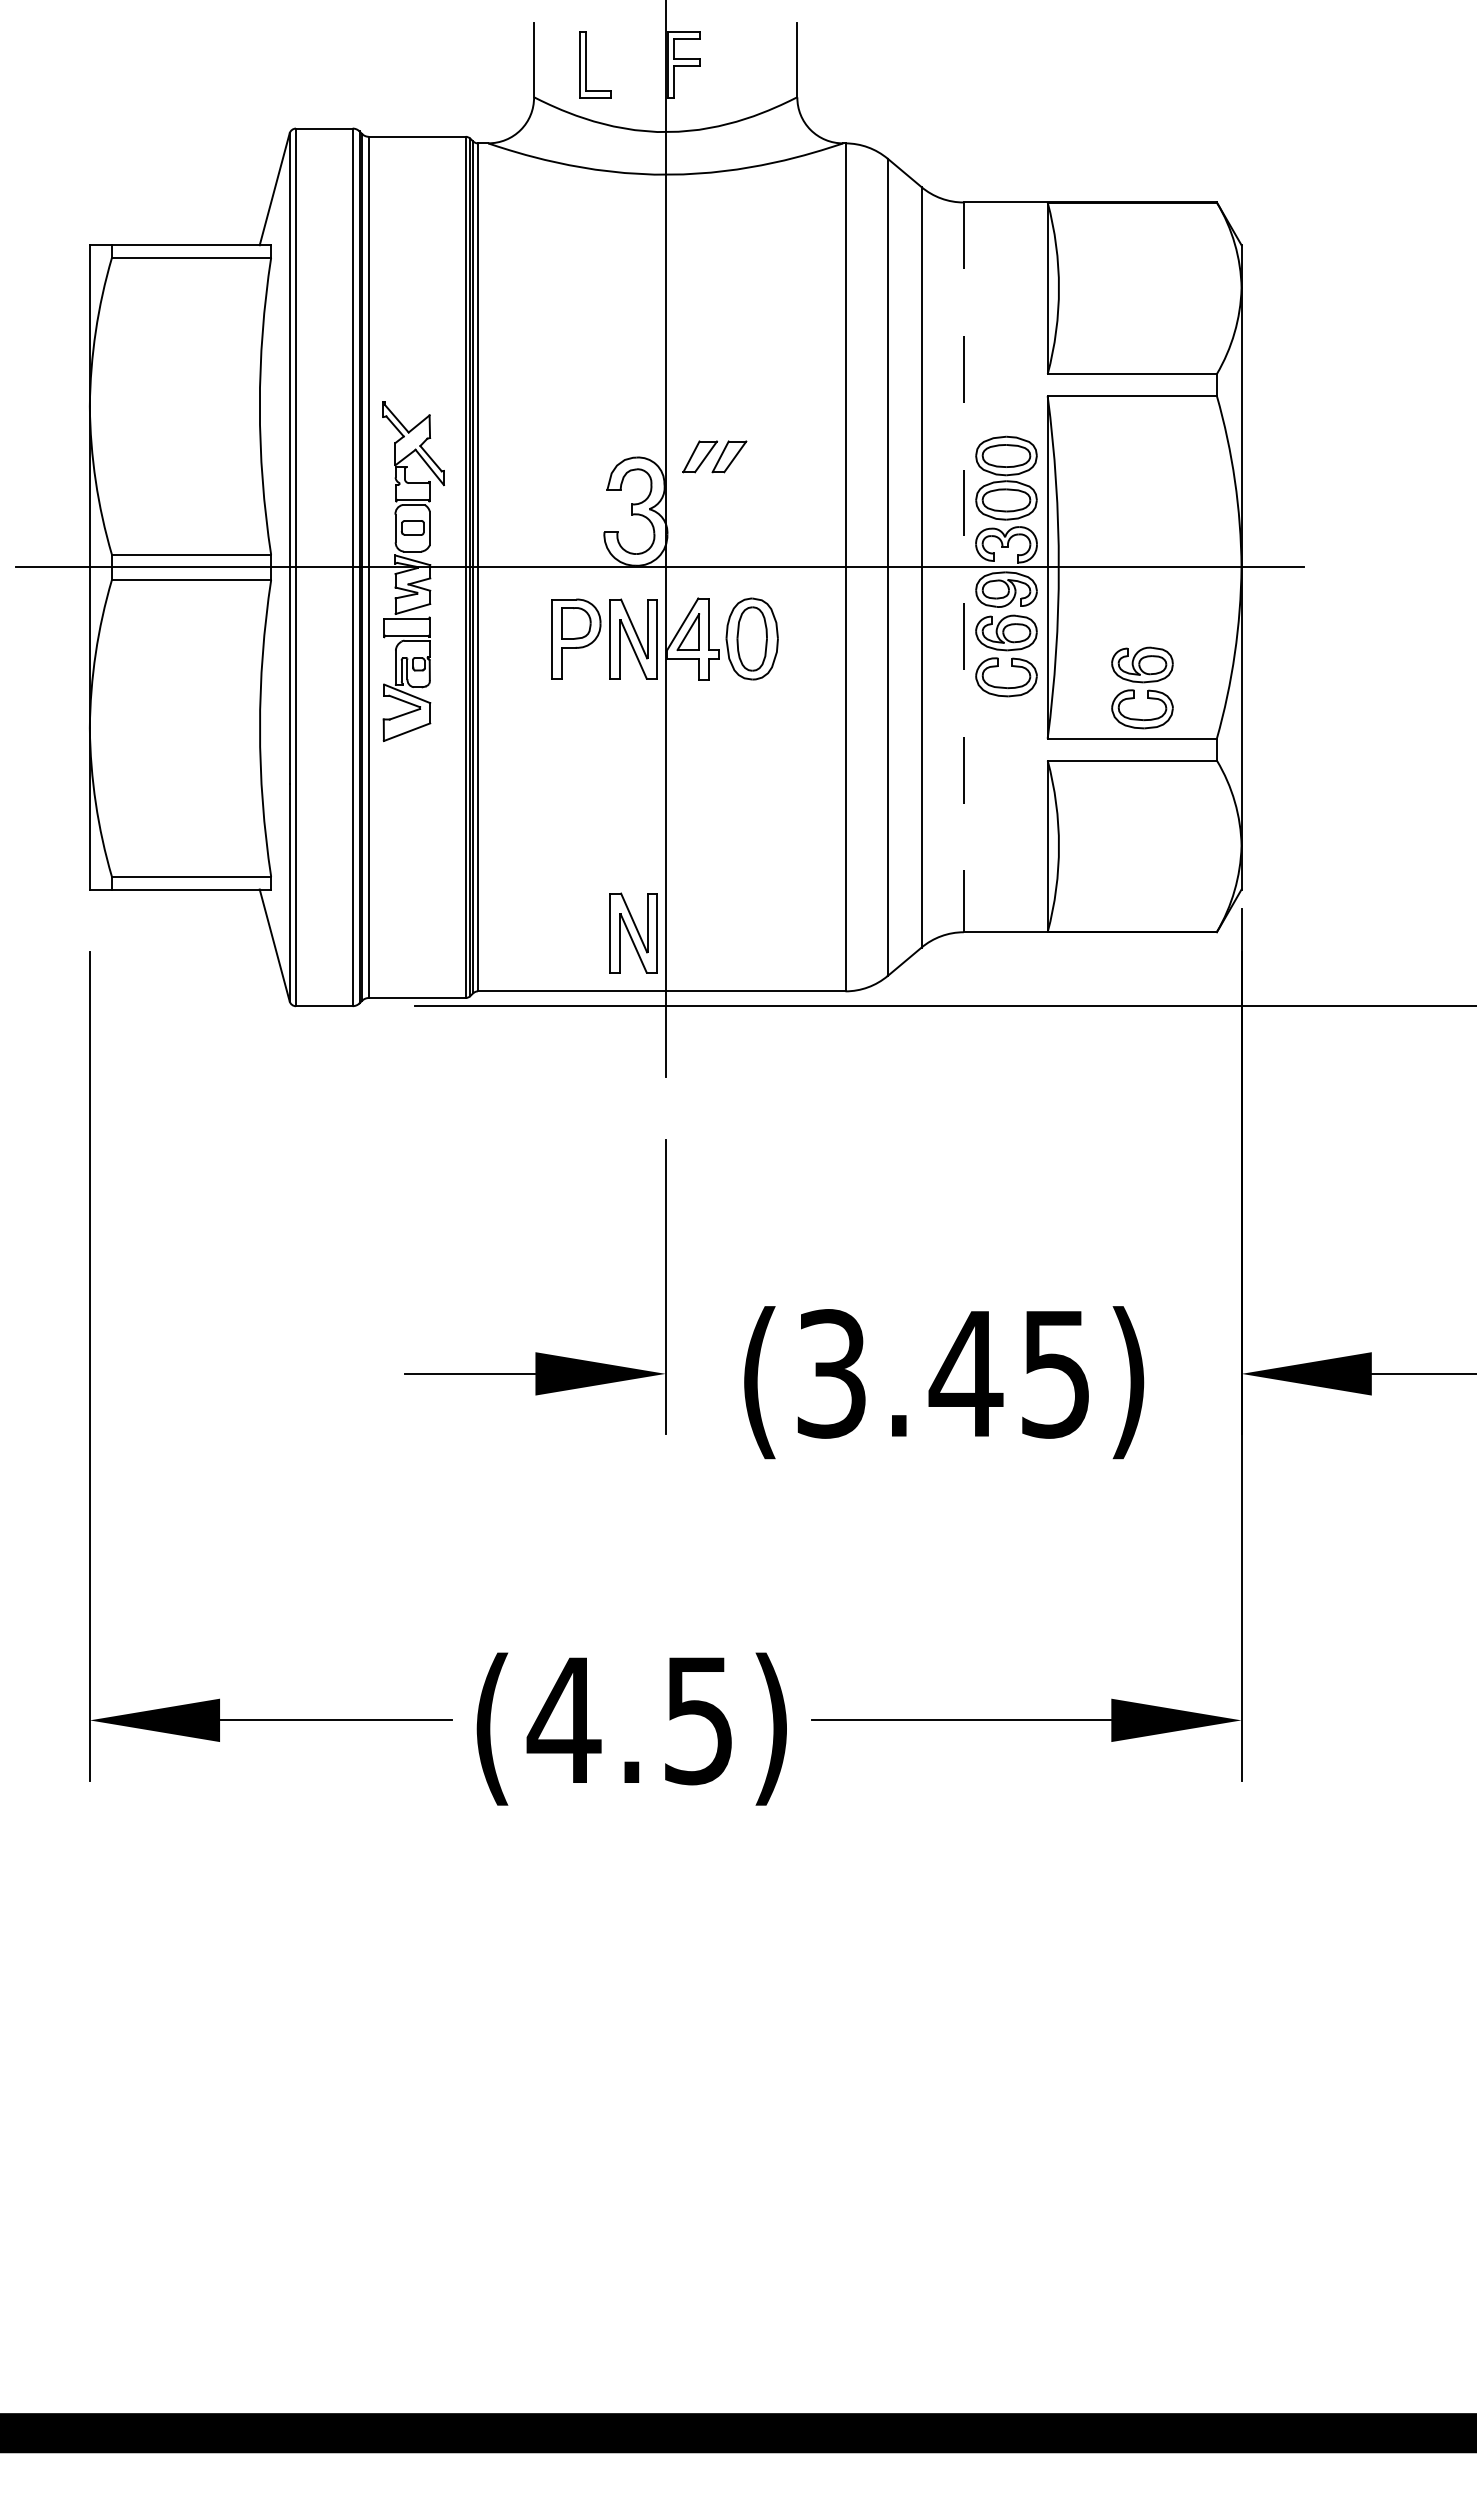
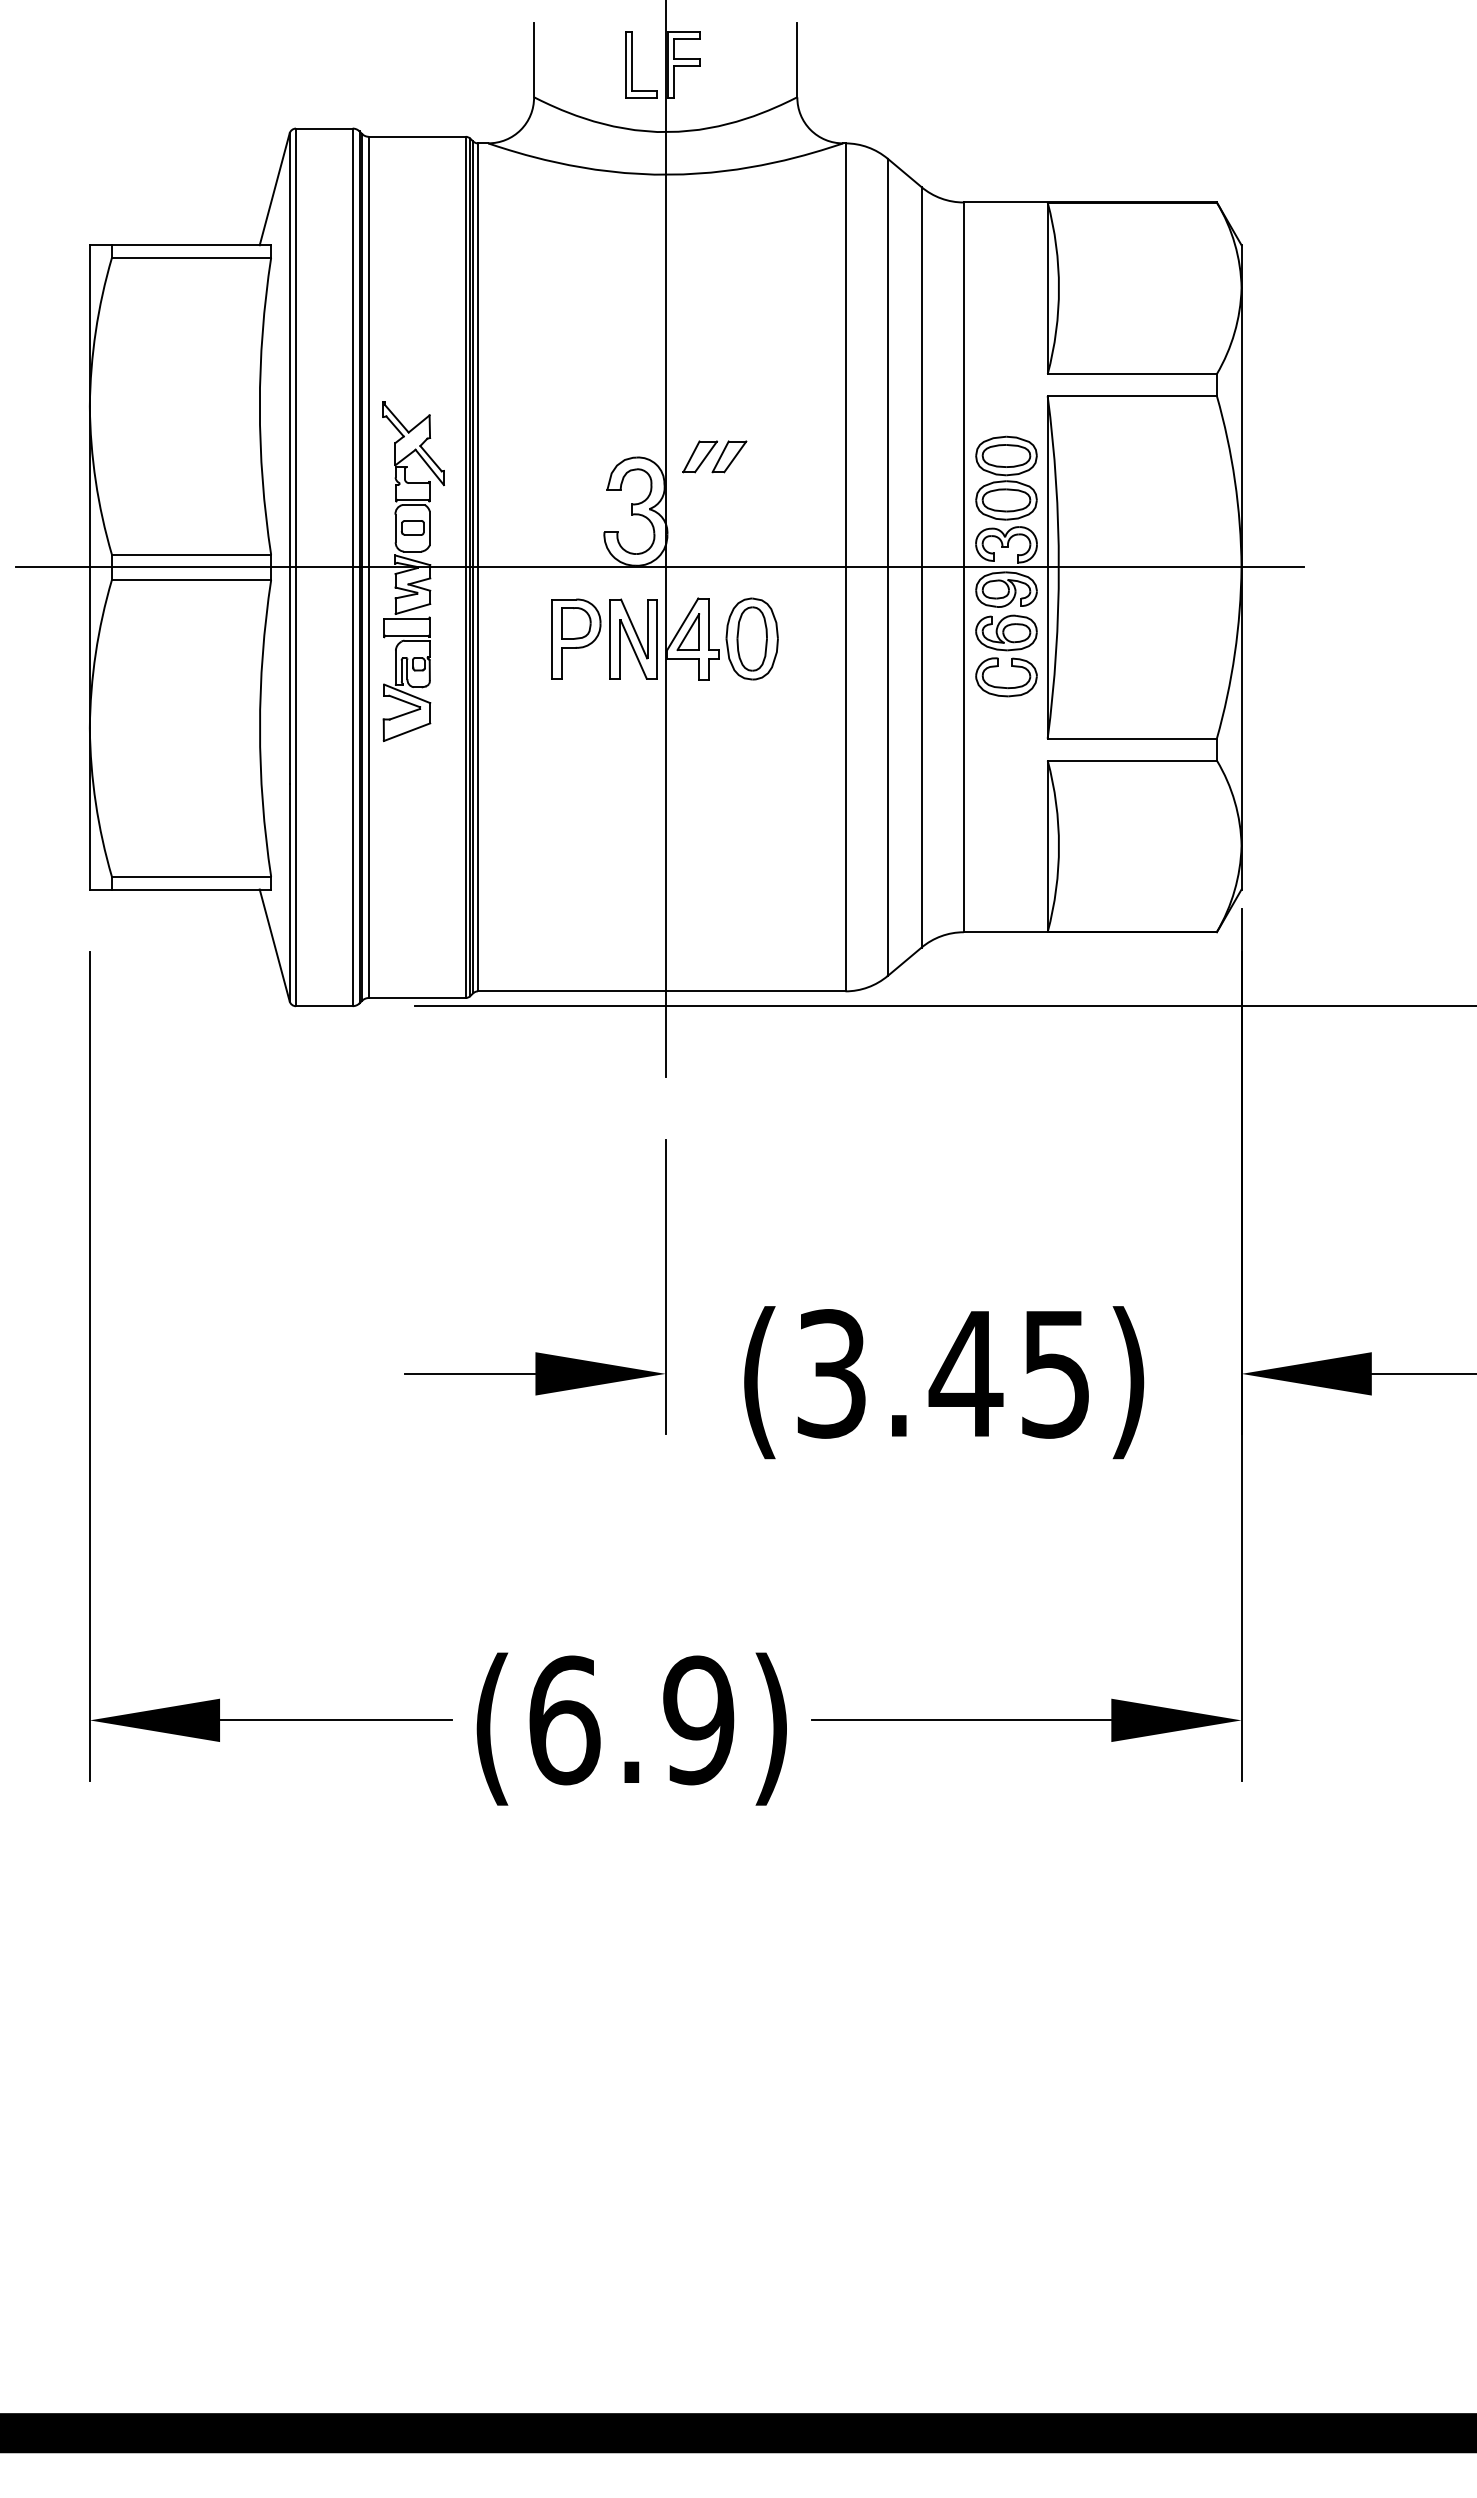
part at (586, 64) position: (586, 64) -> (632, 64)
line at (963, 567): dashed -> solid
part at (1142, 687): present -> none
part at (633, 932): present -> none
text at (630, 1720): (4.5) -> (6.9)
